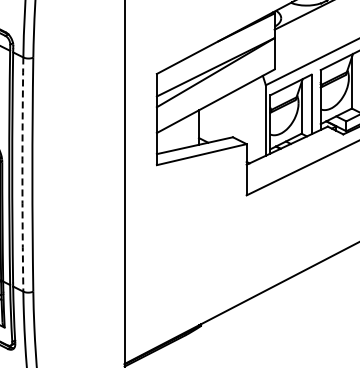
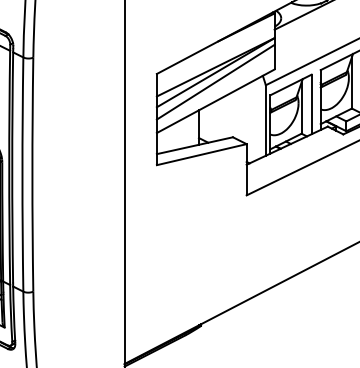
line at (215, 81): none -> present
arc at (22, 174): dashed -> solid
